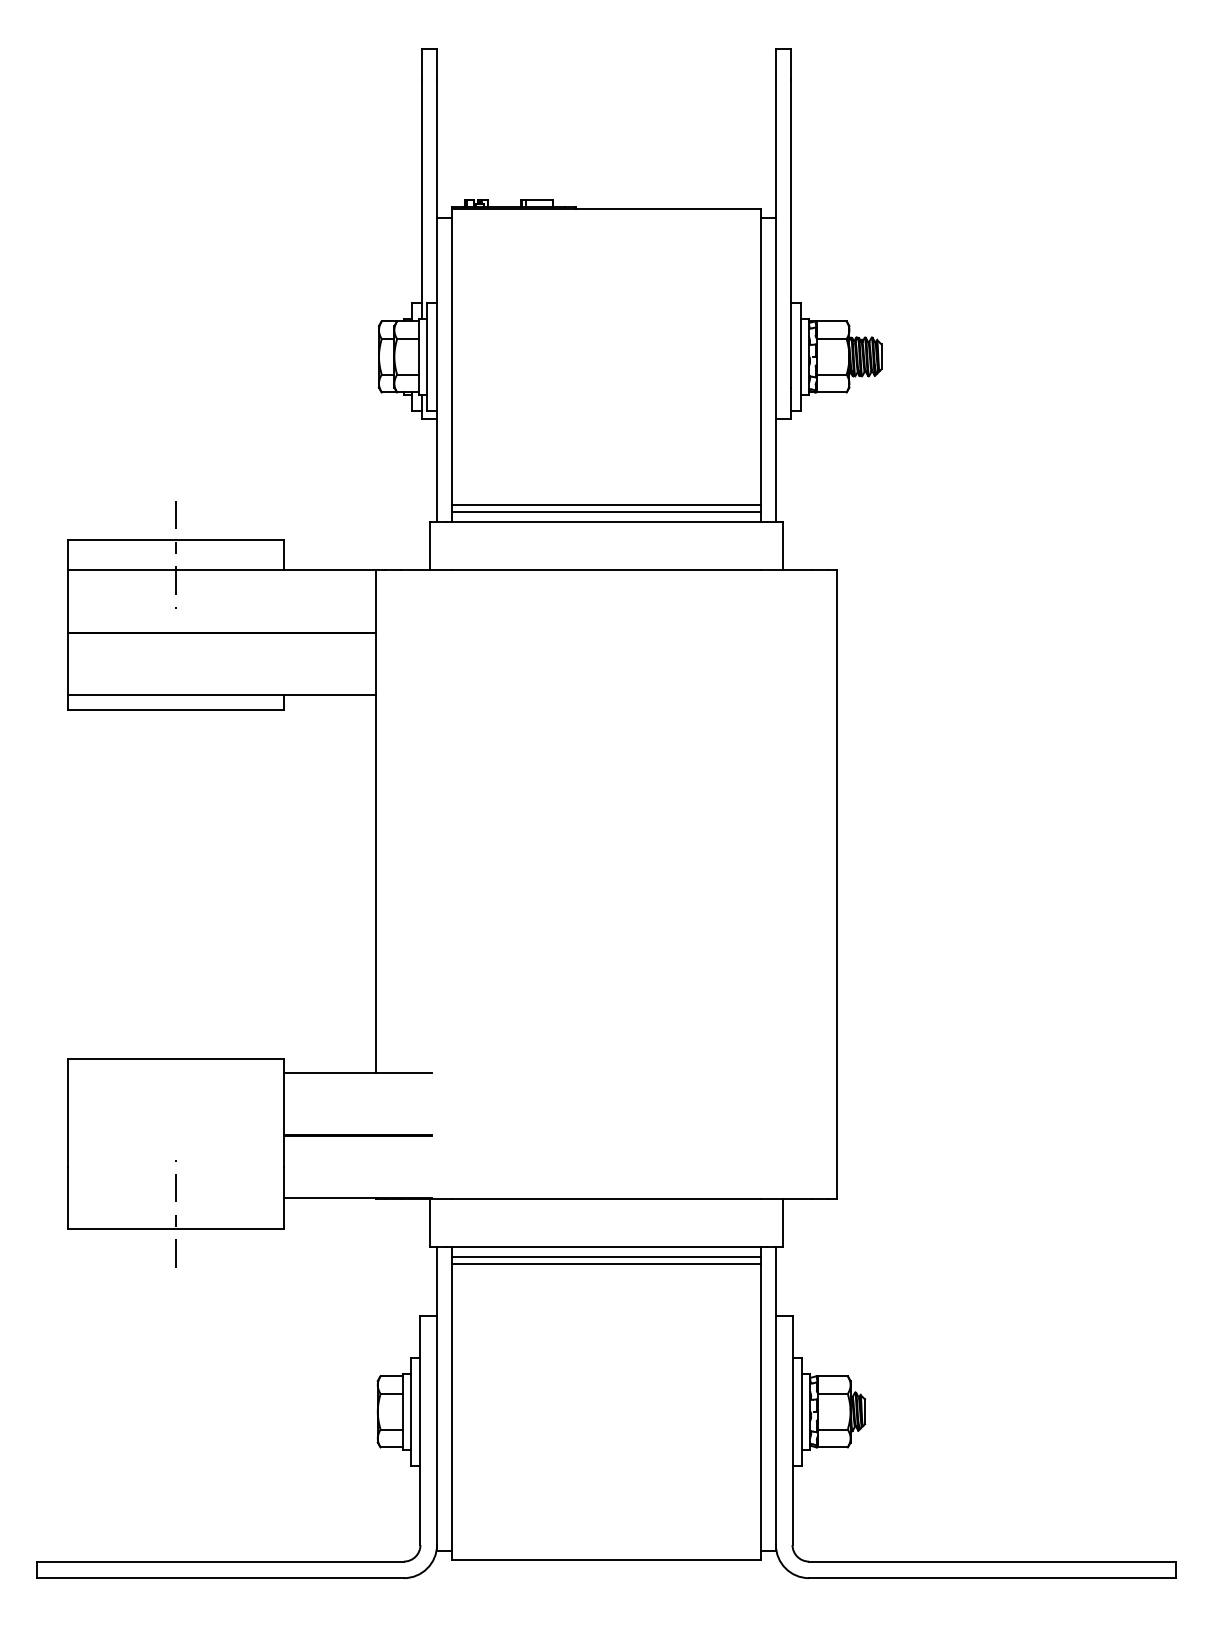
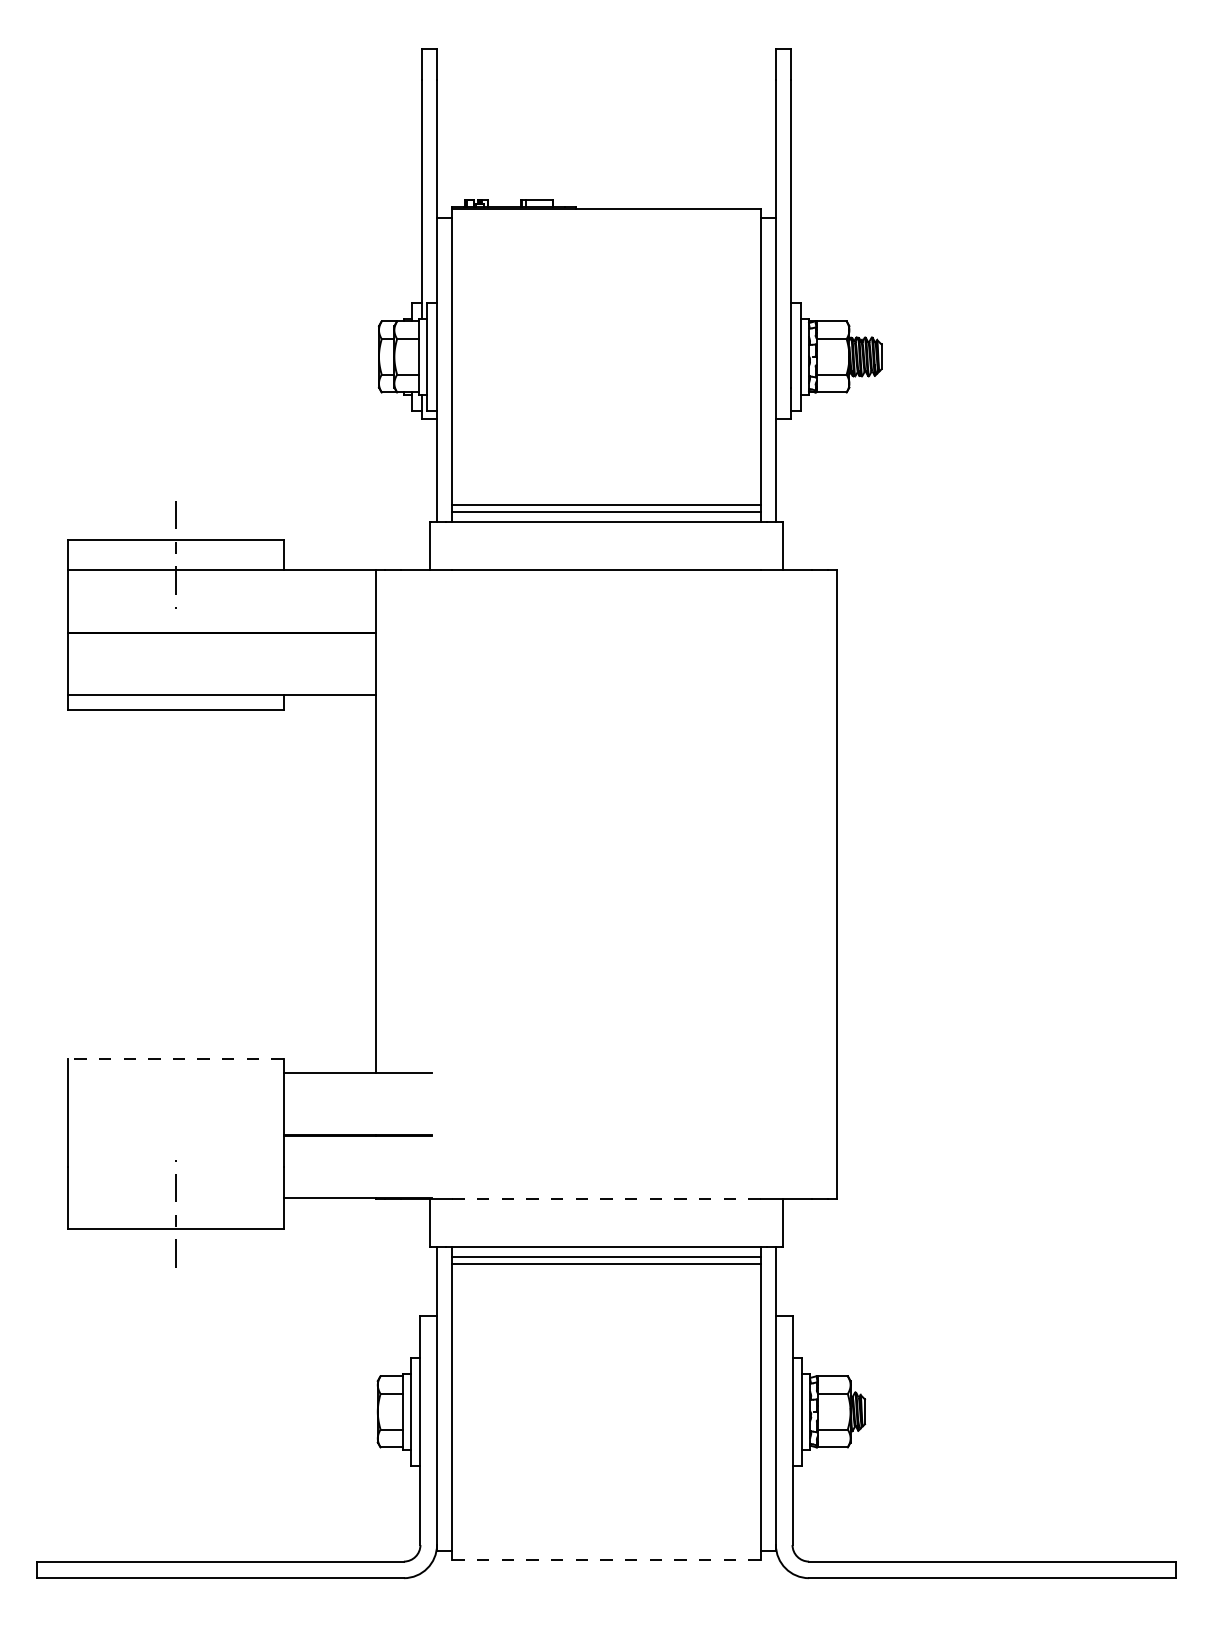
line at (175, 1059): solid -> dashed
line at (606, 1198): solid -> dashed
line at (605, 1559): solid -> dashed
